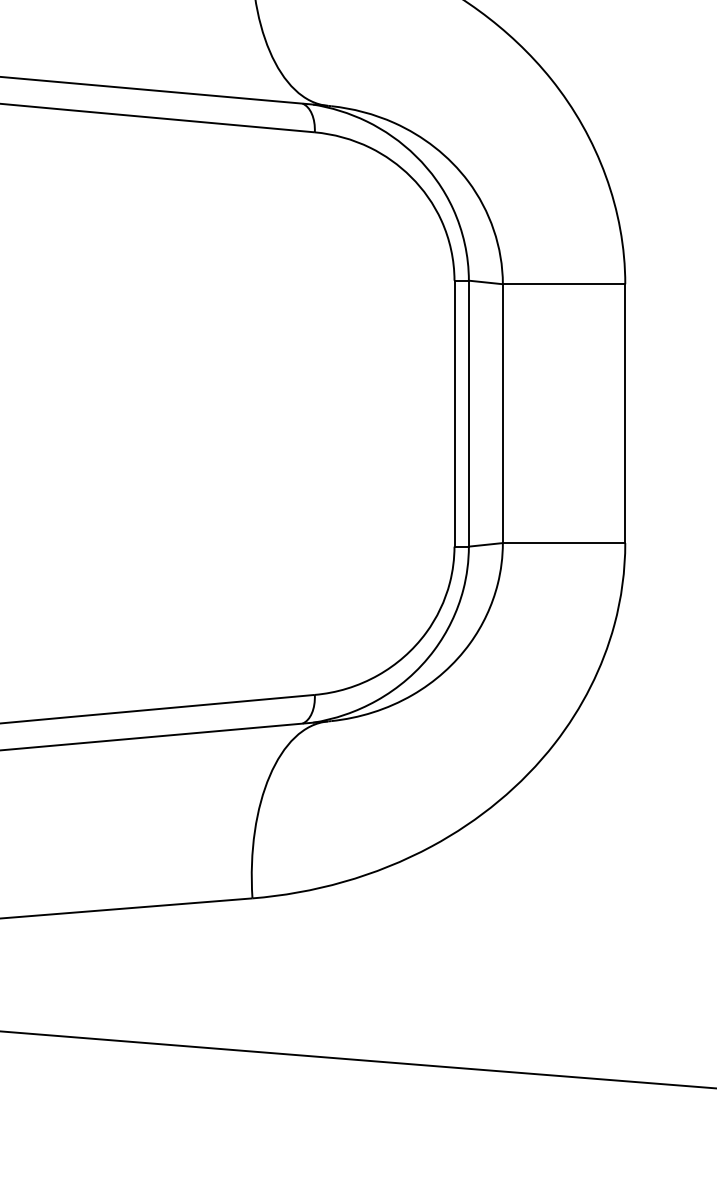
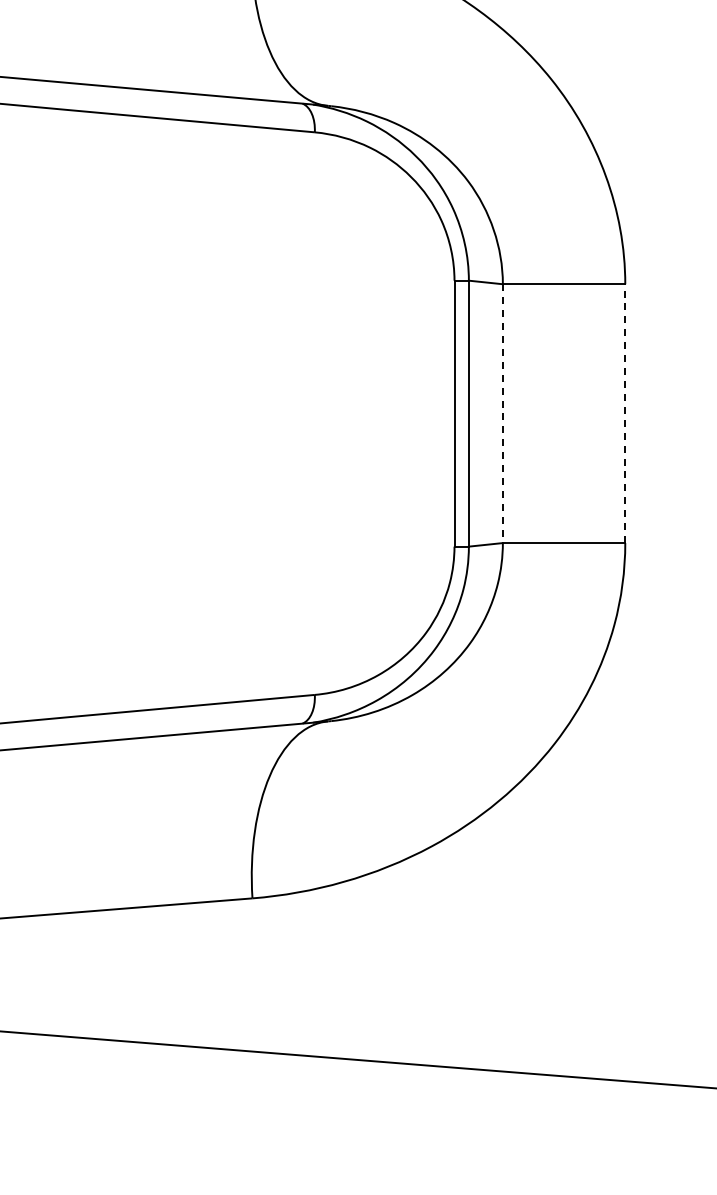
line at (625, 413): solid -> dashed
line at (502, 414): solid -> dashed
